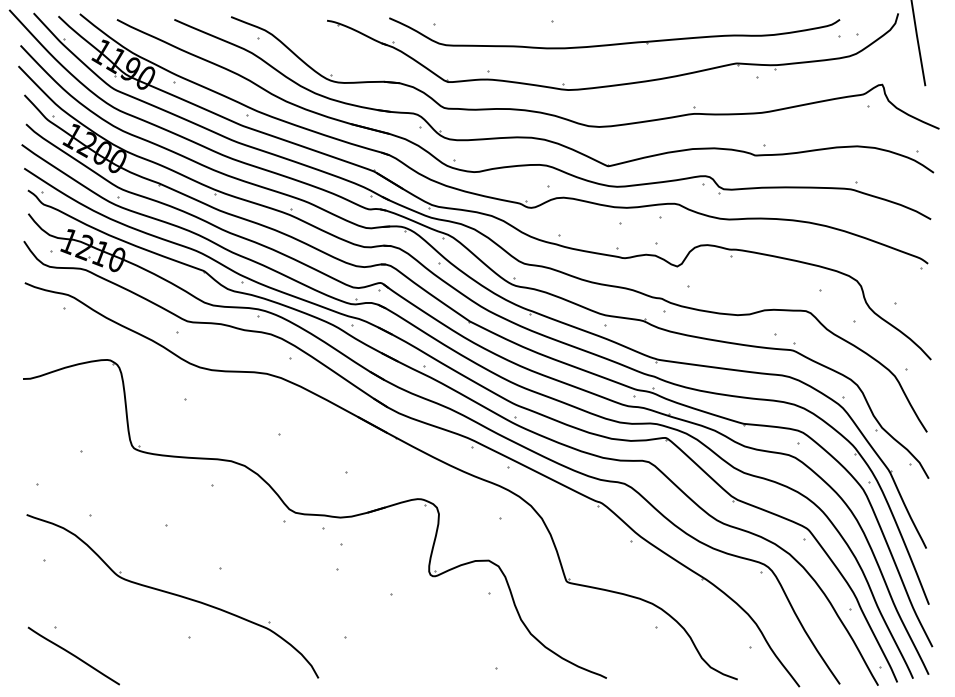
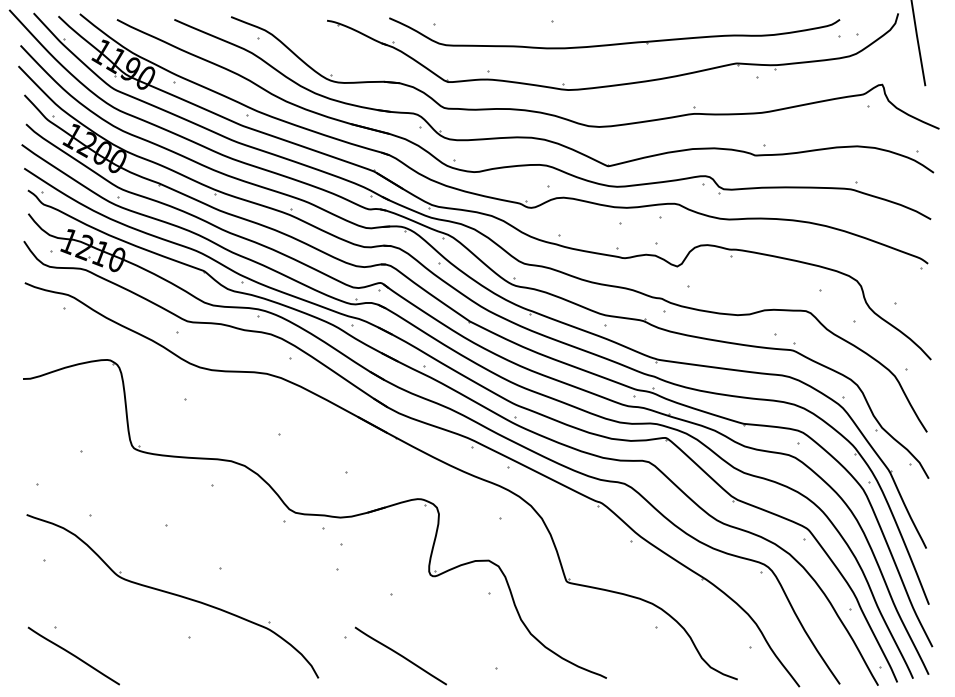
line at (400, 655): none -> present
